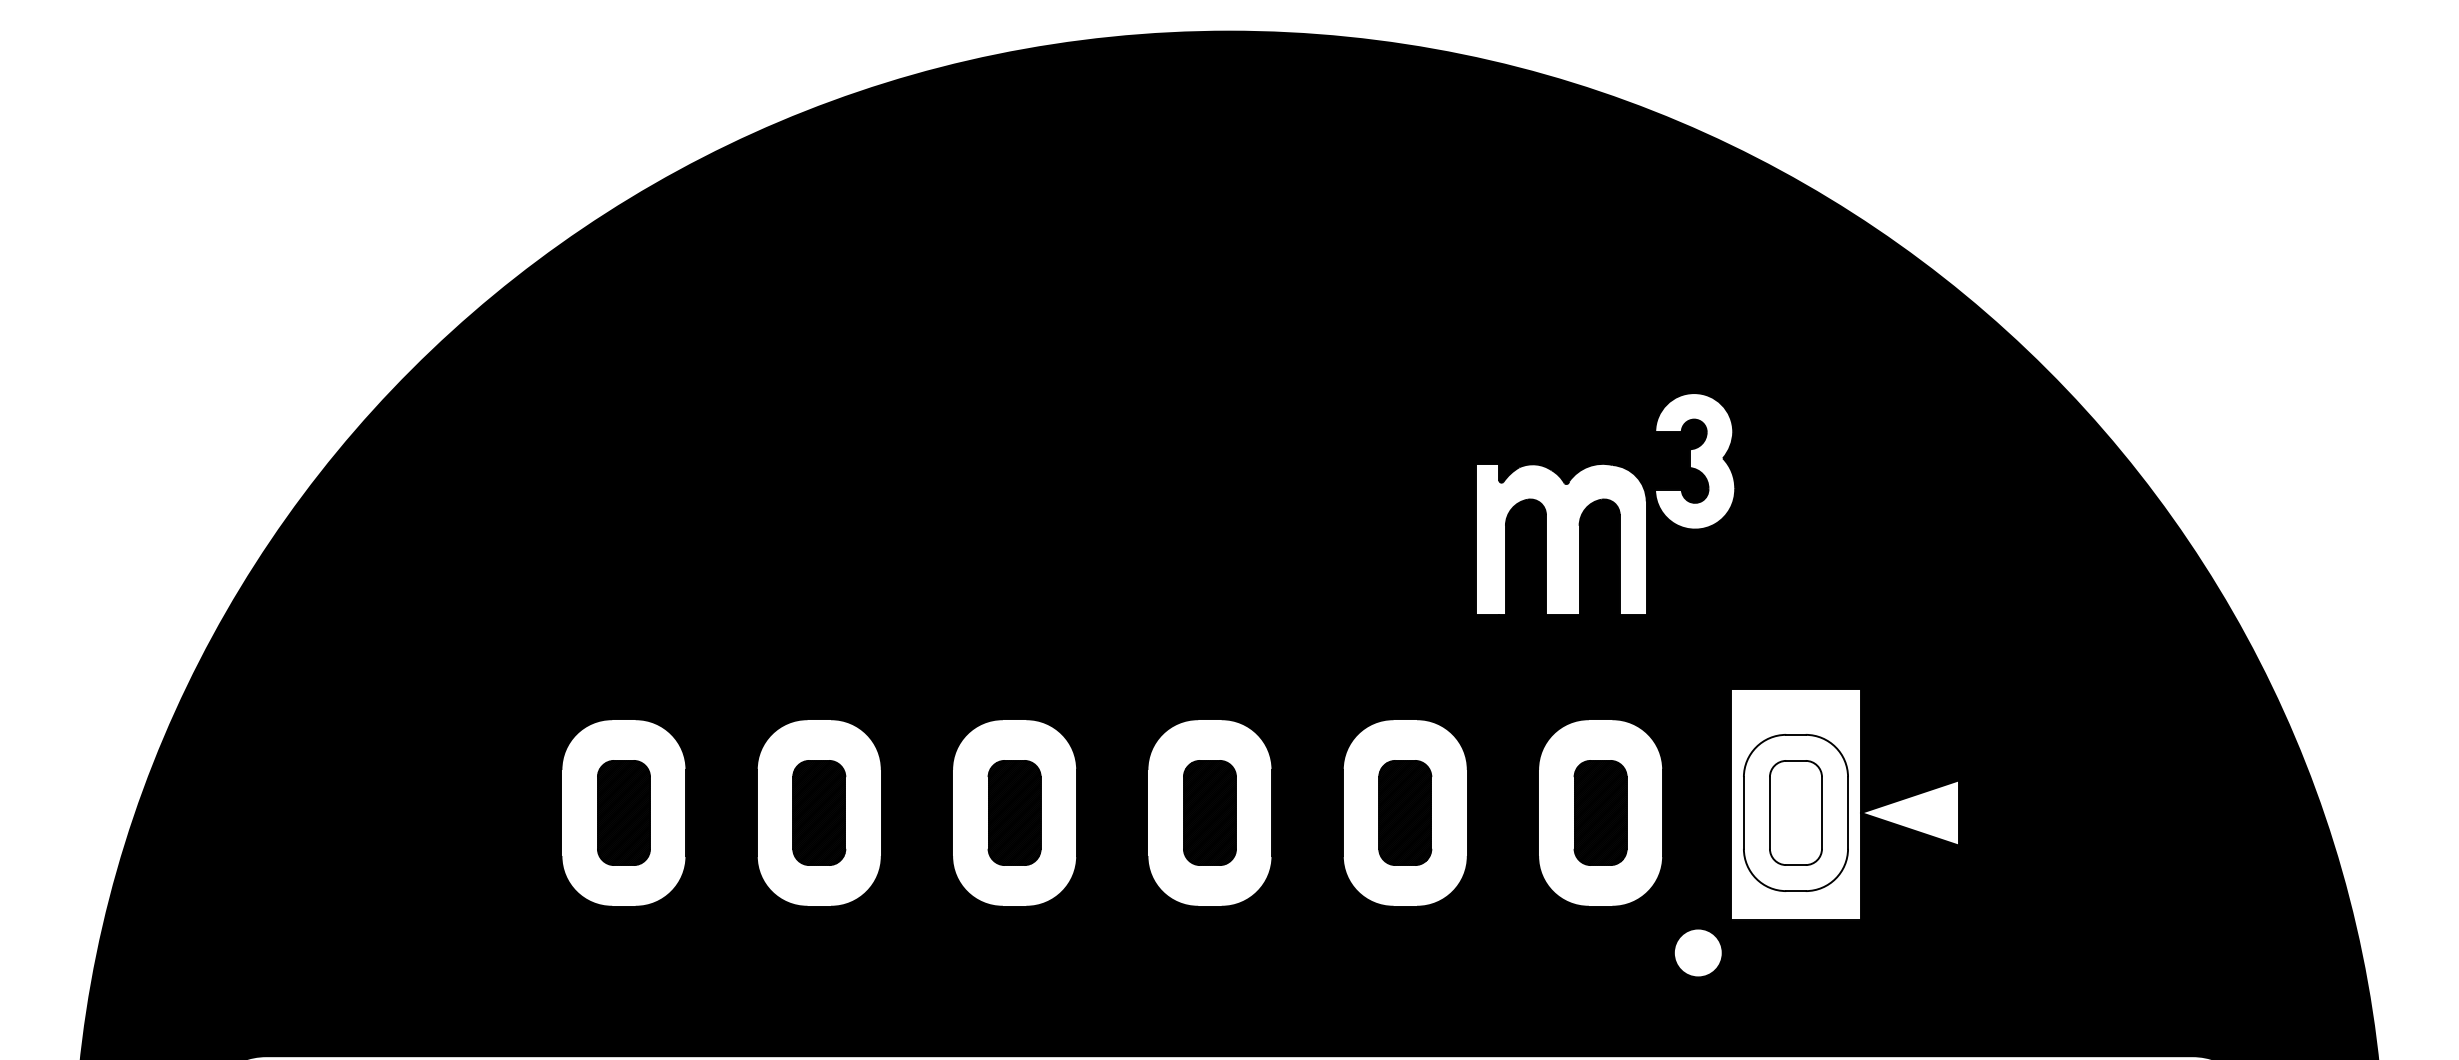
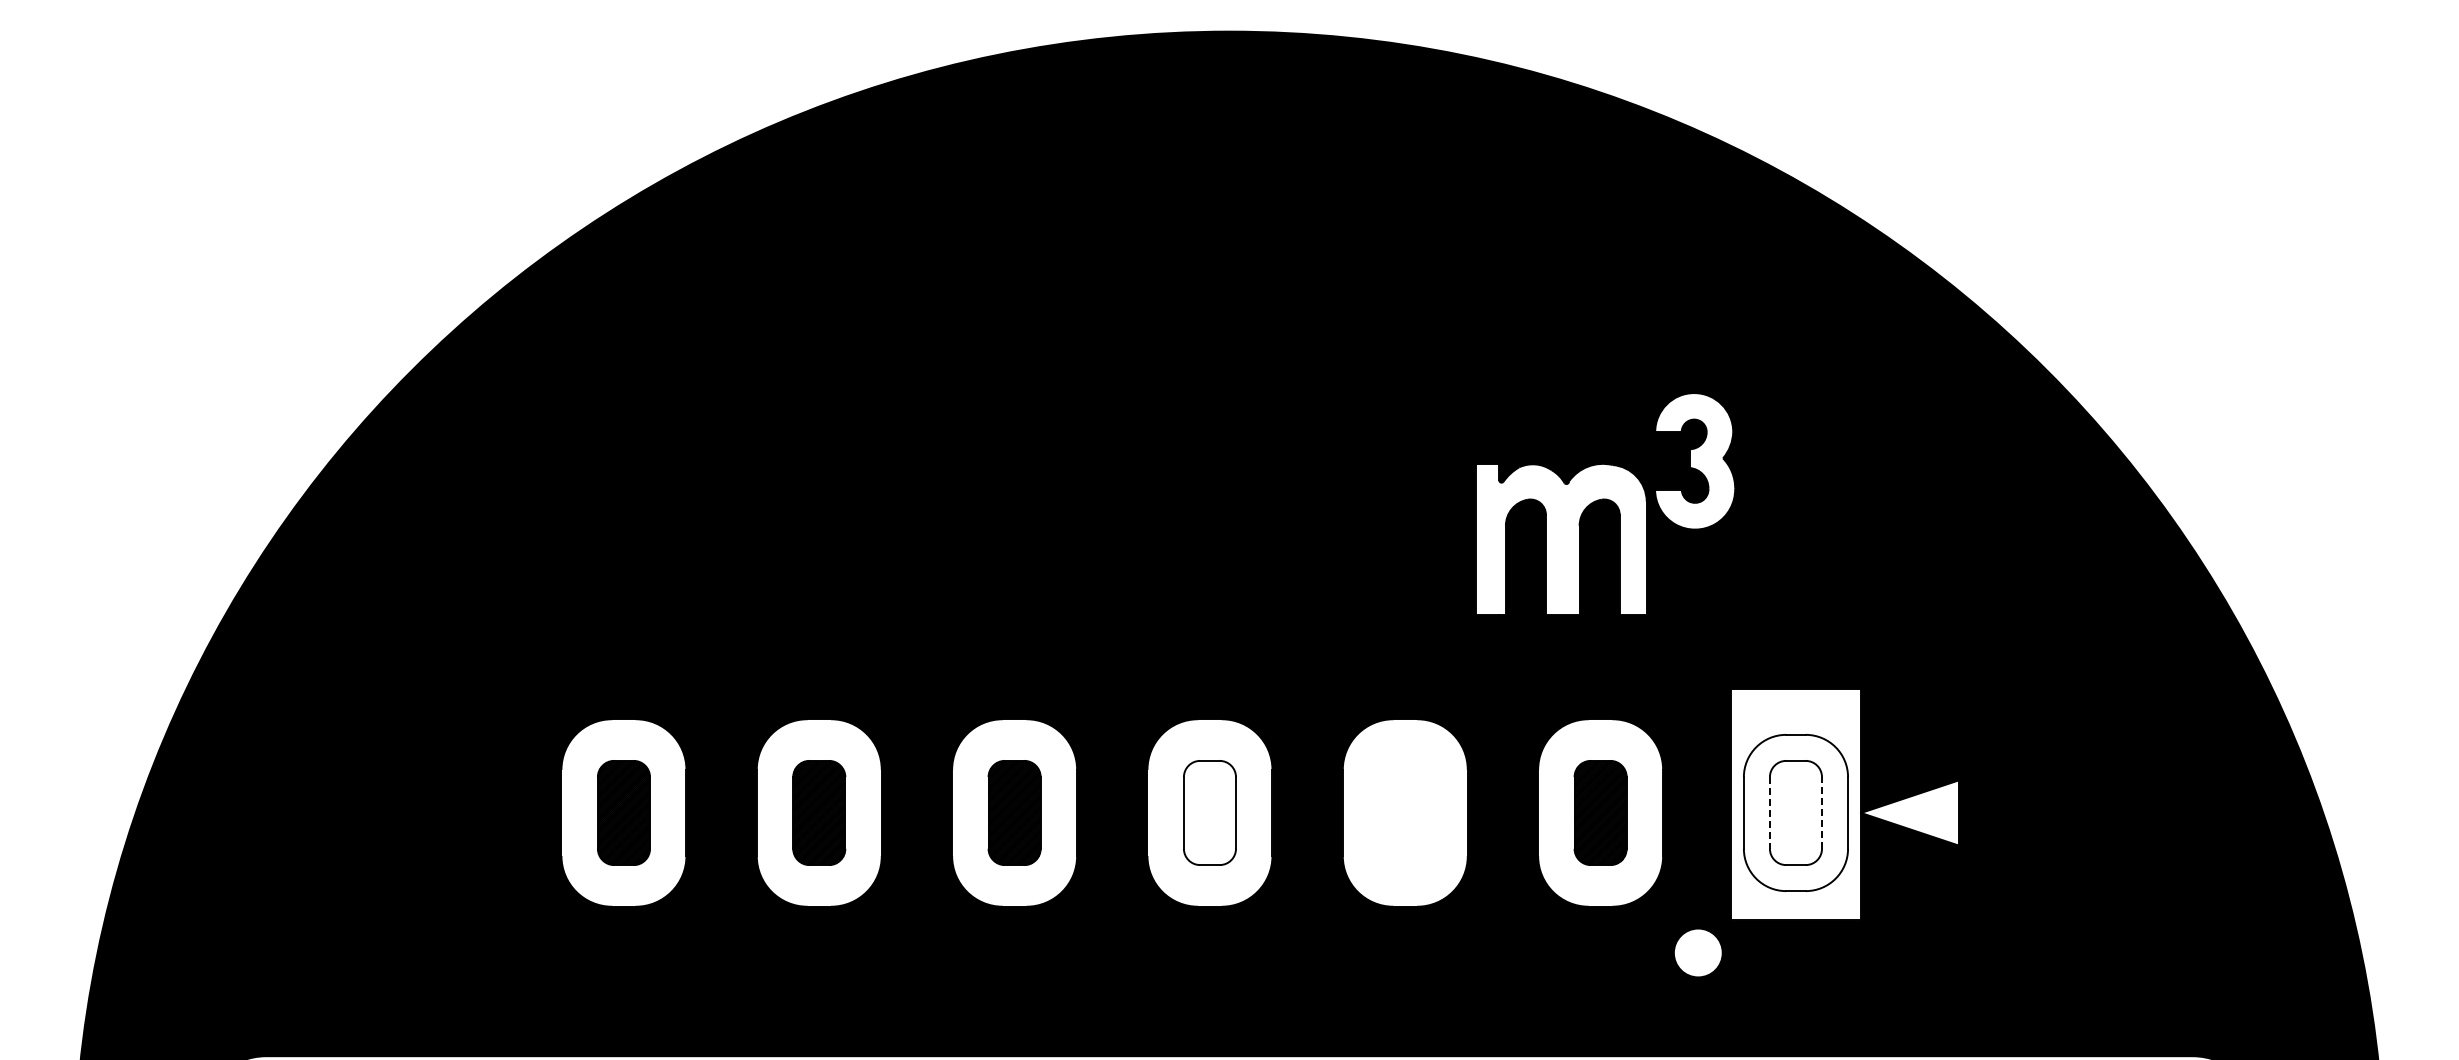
hatch at (1209, 812): present -> none
part at (1405, 812): present -> none
line at (1769, 812): solid -> dashed
line at (1822, 812): solid -> dashed
